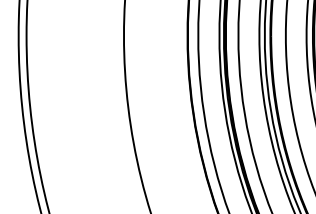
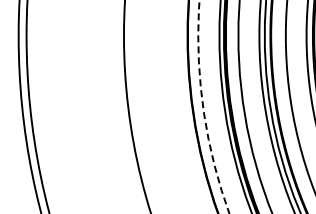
arc at (203, 108): solid -> dashed
